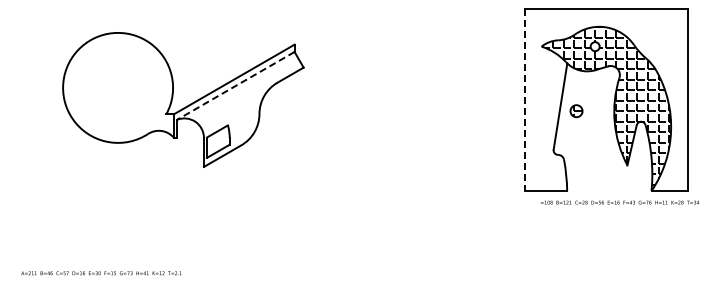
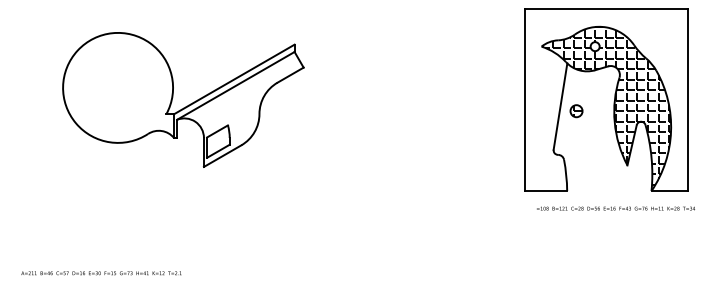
line at (235, 85): dashed -> solid
line at (524, 100): dashed -> solid
text at (619, 202) position: (619, 202) -> (615, 208)
